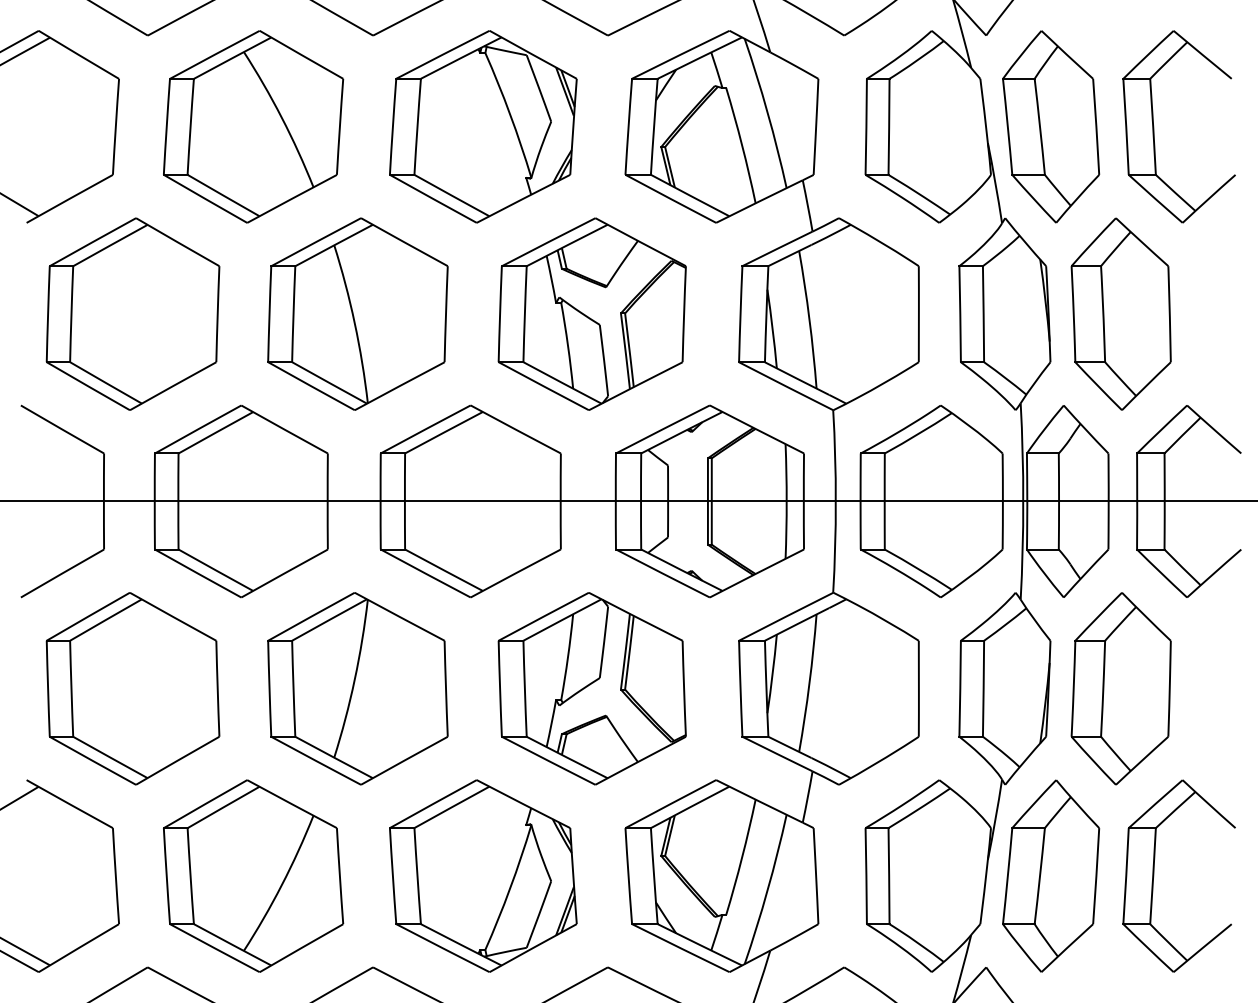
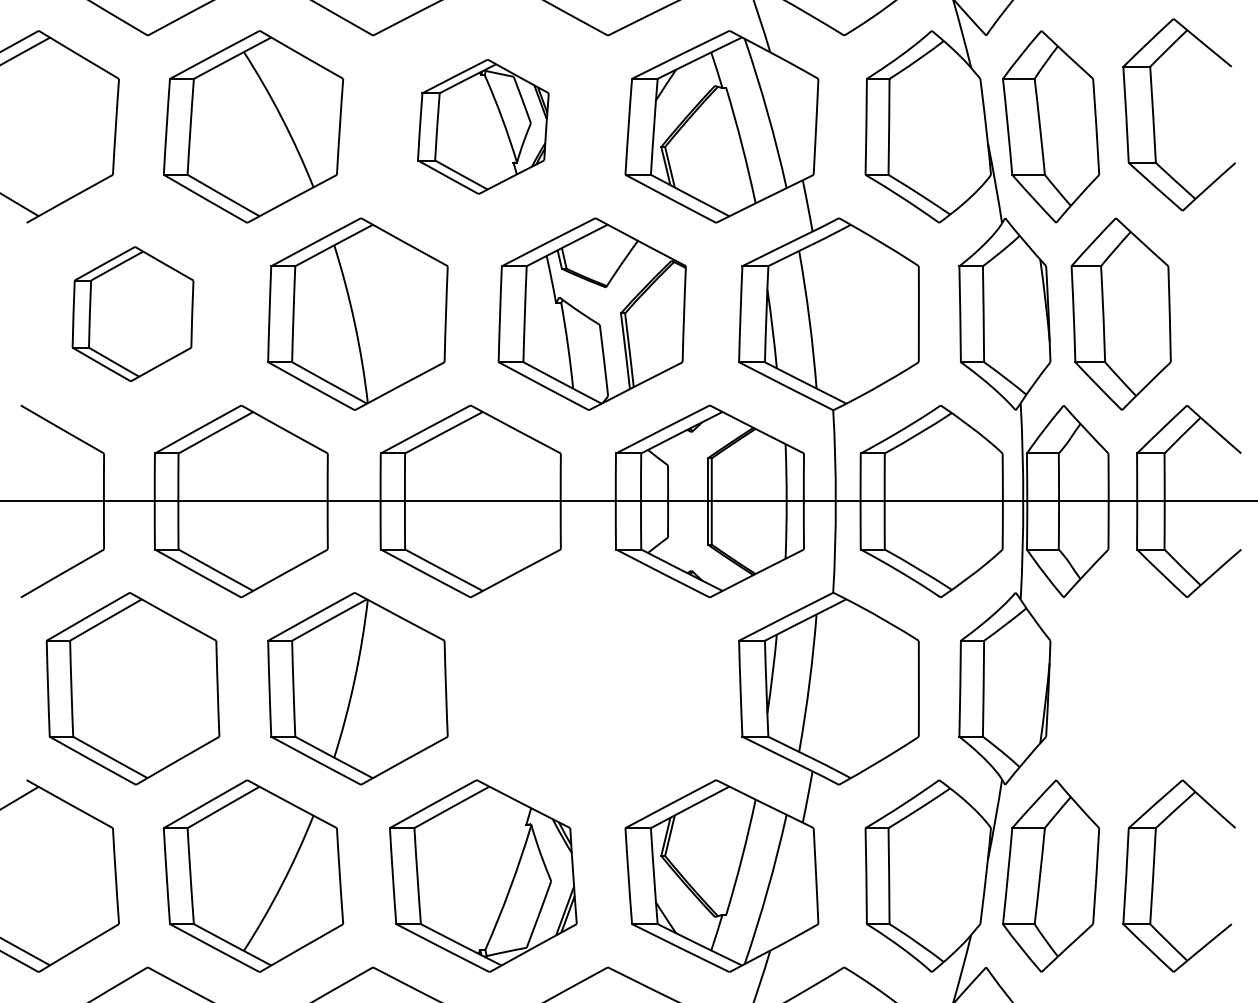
part at (483, 126) size: 189x194 px -> 133x136 px
part at (1154, 126) position: (1154, 126) -> (1154, 114)
part at (132, 313) size: 176x194 px -> 124x136 px
part at (591, 688): present -> none
part at (1120, 688): present -> none
